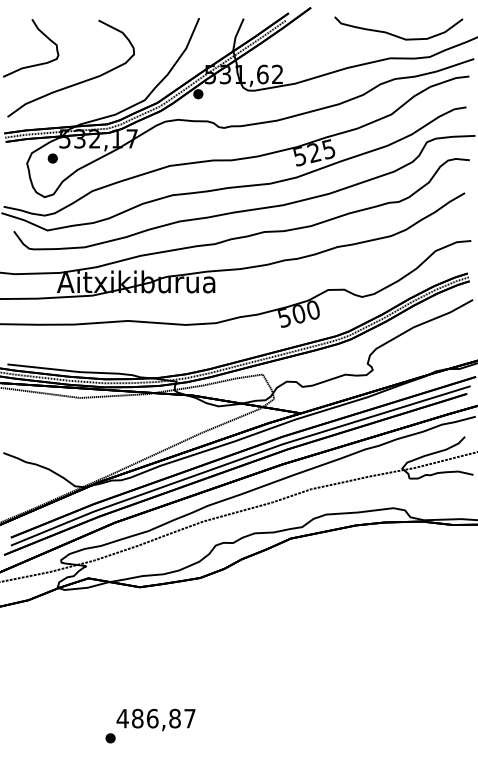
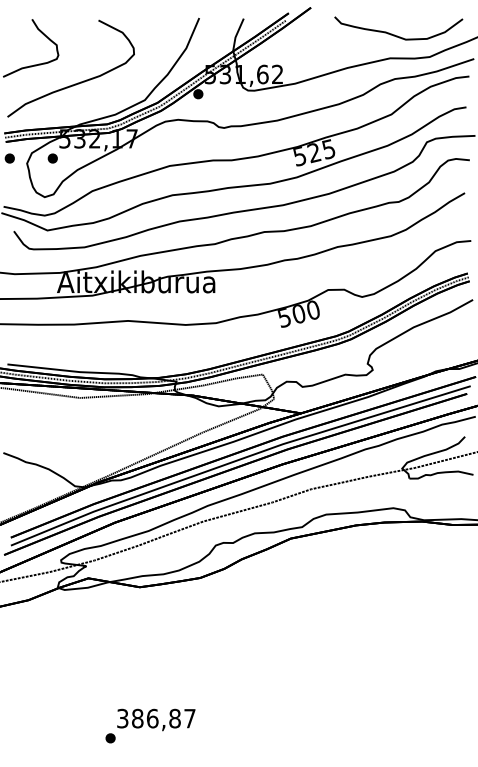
part at (9, 158): none -> present
text at (122, 718): 486,87 -> 386,87
